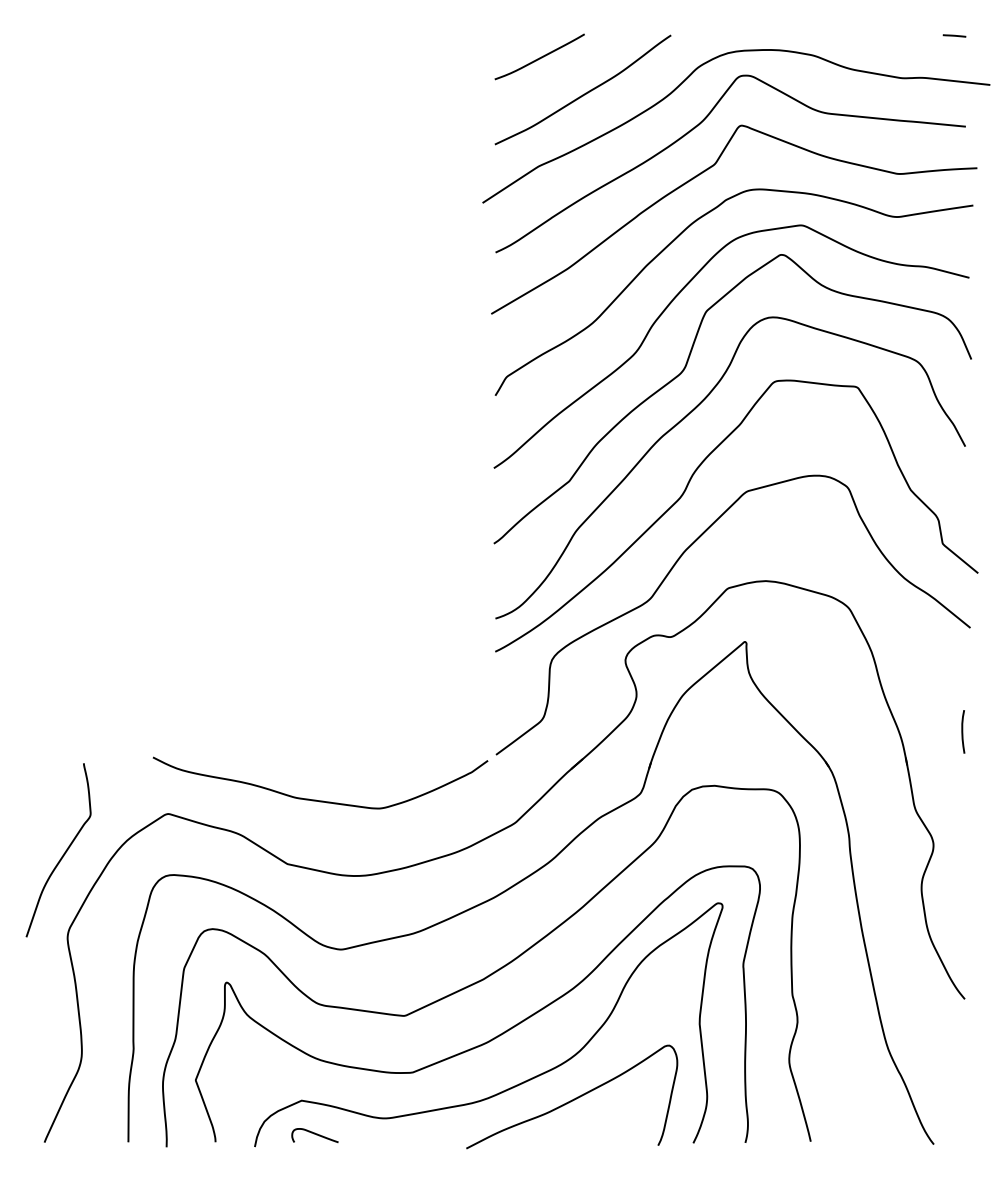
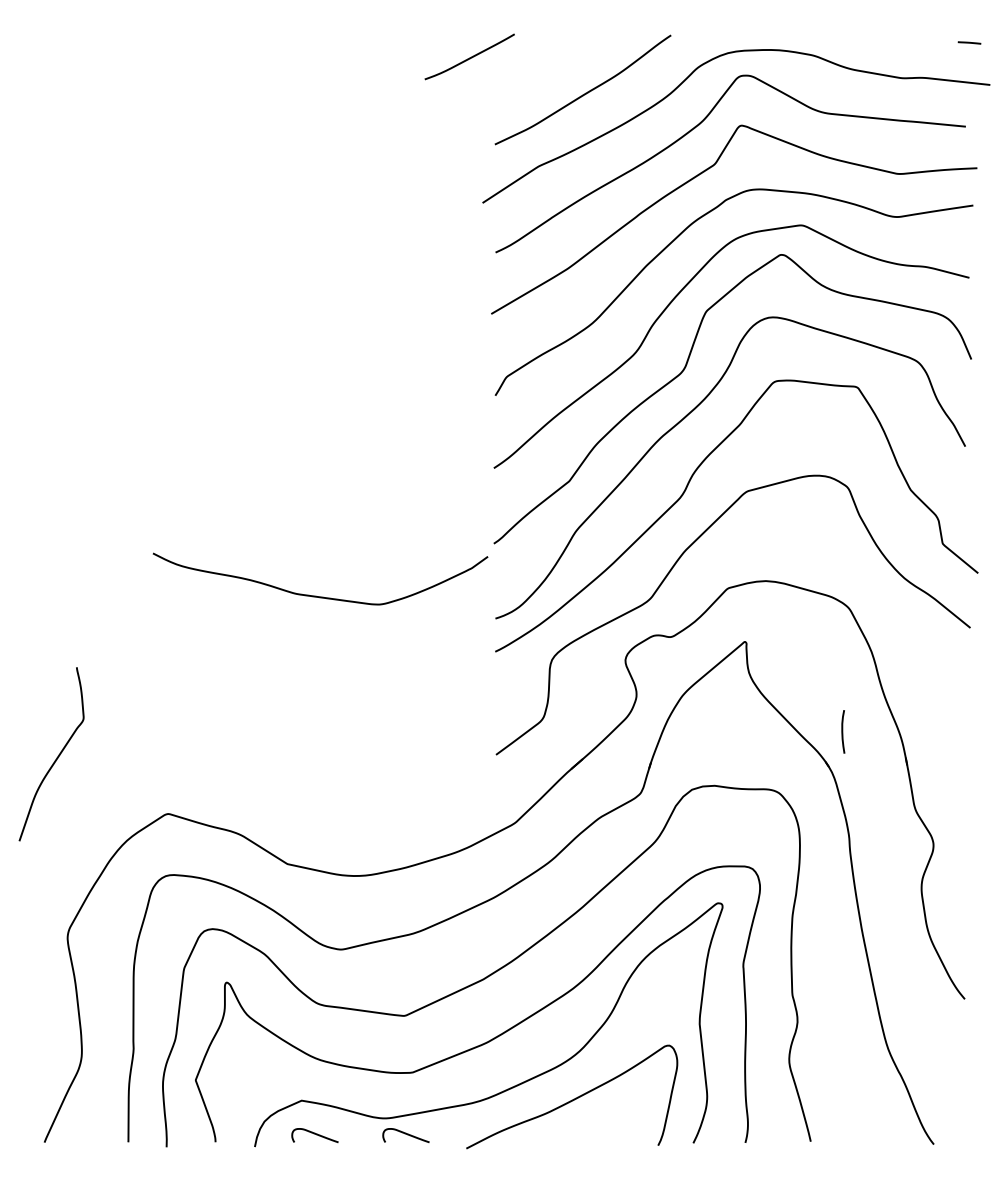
line at (954, 35) position: (954, 35) -> (969, 42)
curve at (539, 57) position: (539, 57) -> (469, 57)
curve at (963, 731) position: (963, 731) -> (843, 731)
curve at (316, 799) position: (316, 799) -> (316, 595)
curve at (63, 853) position: (63, 853) -> (56, 757)
curve at (405, 1134): none -> present
